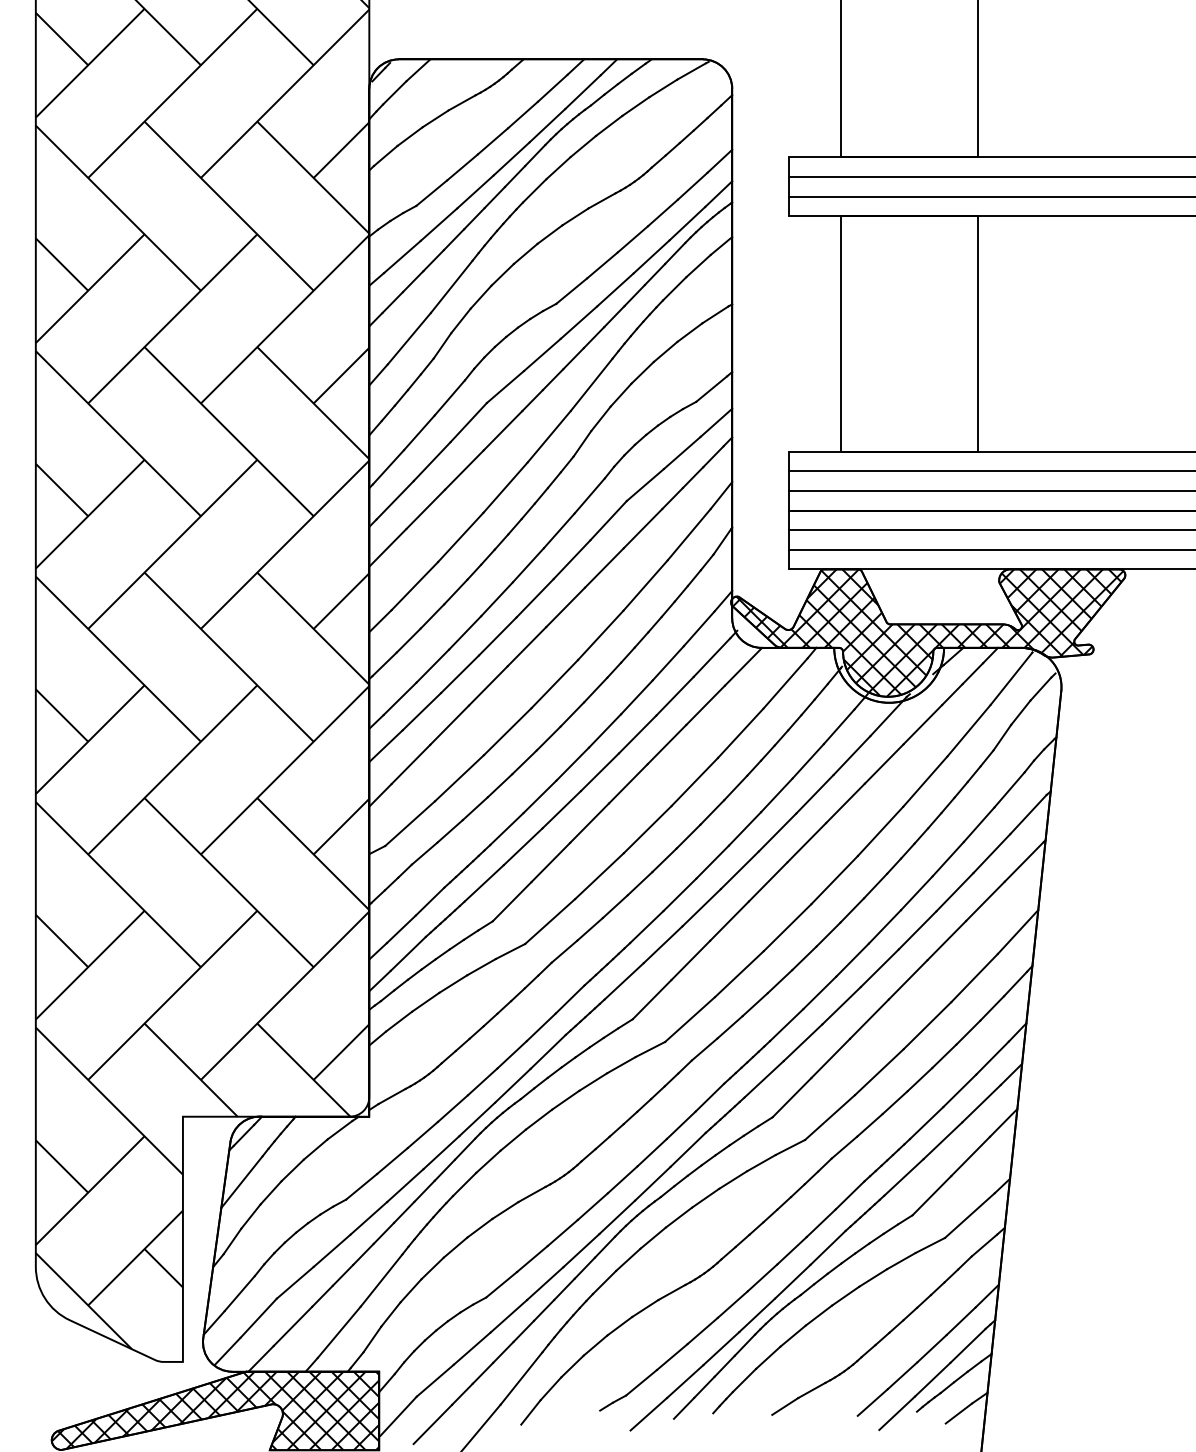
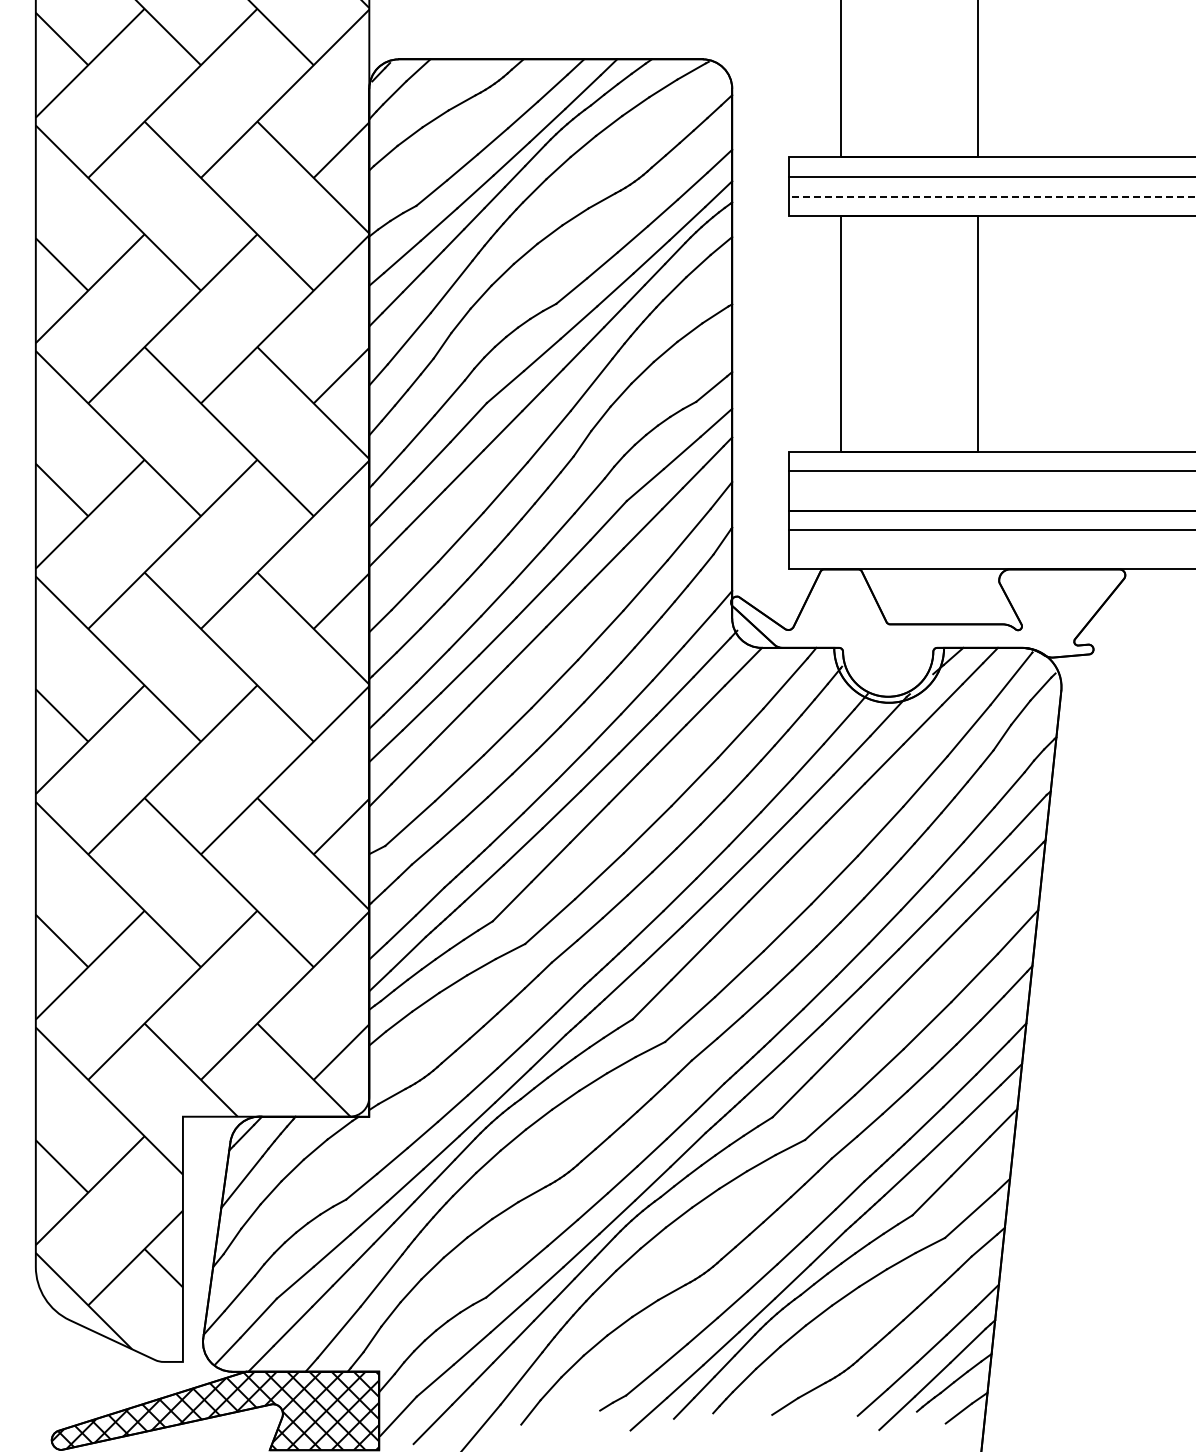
line at (992, 196): solid -> dashed
line at (990, 490): present -> none
line at (990, 549): present -> none
hatch at (927, 632): present -> none
